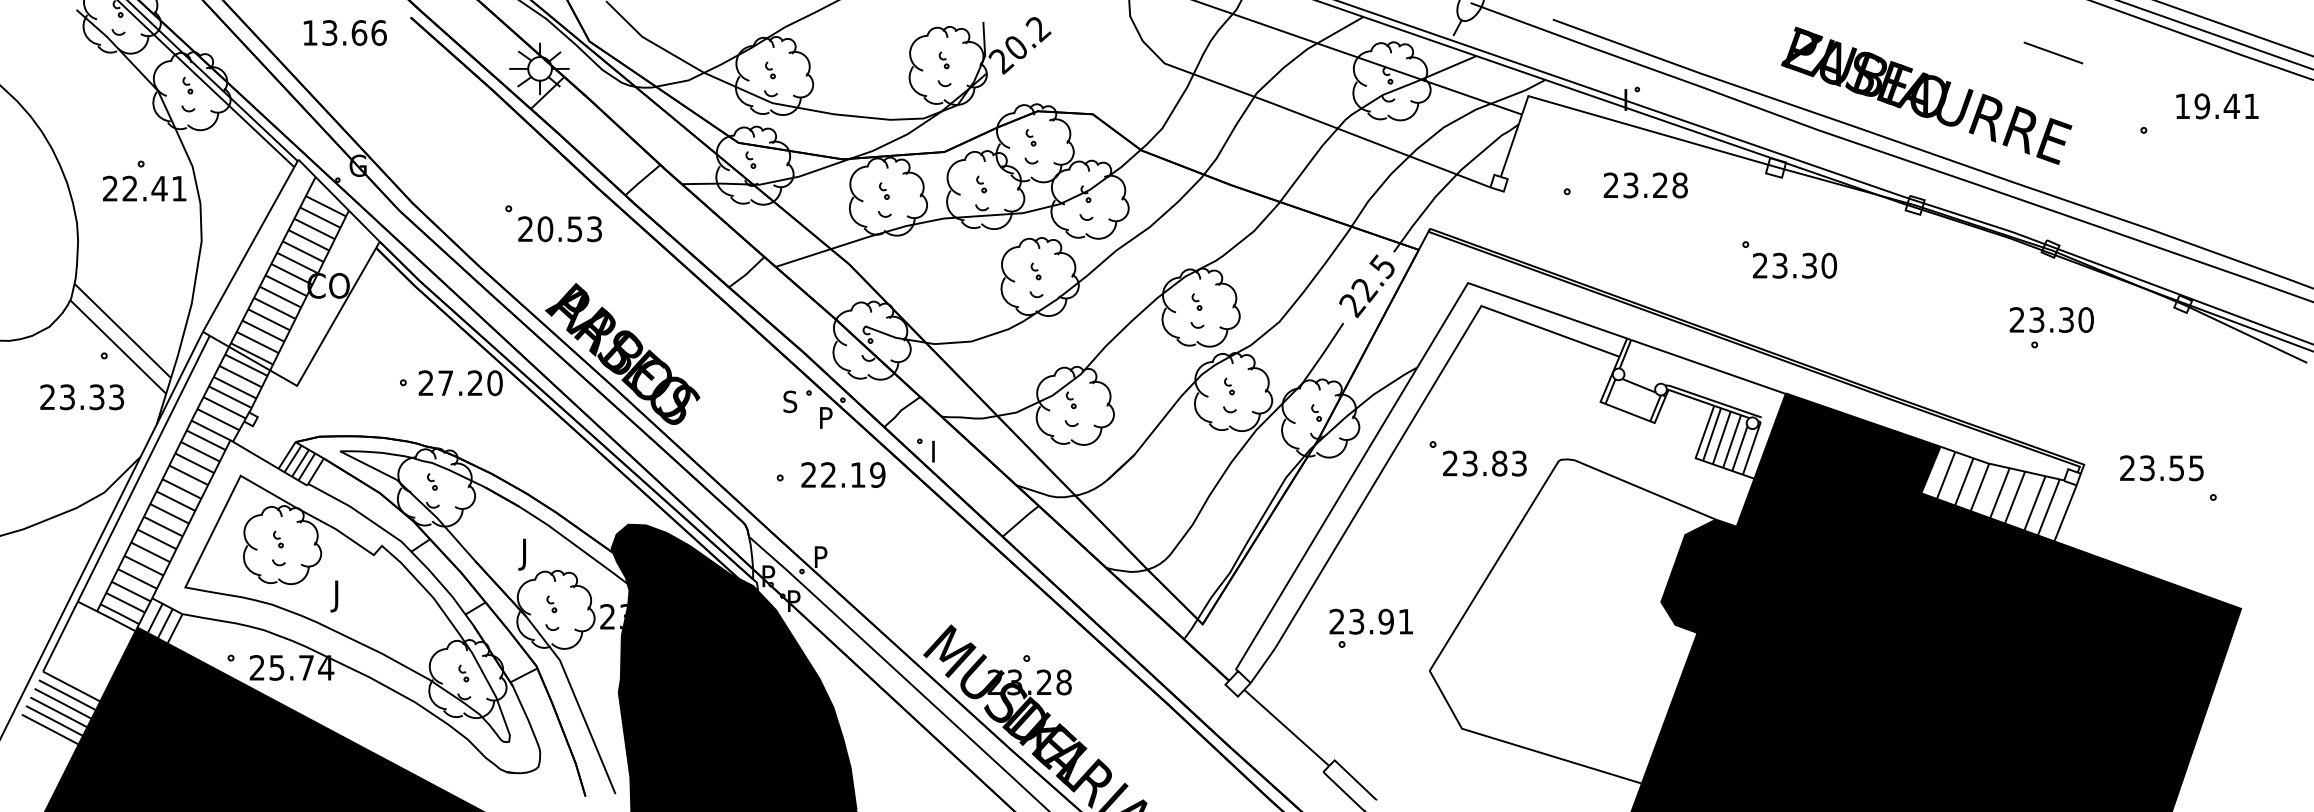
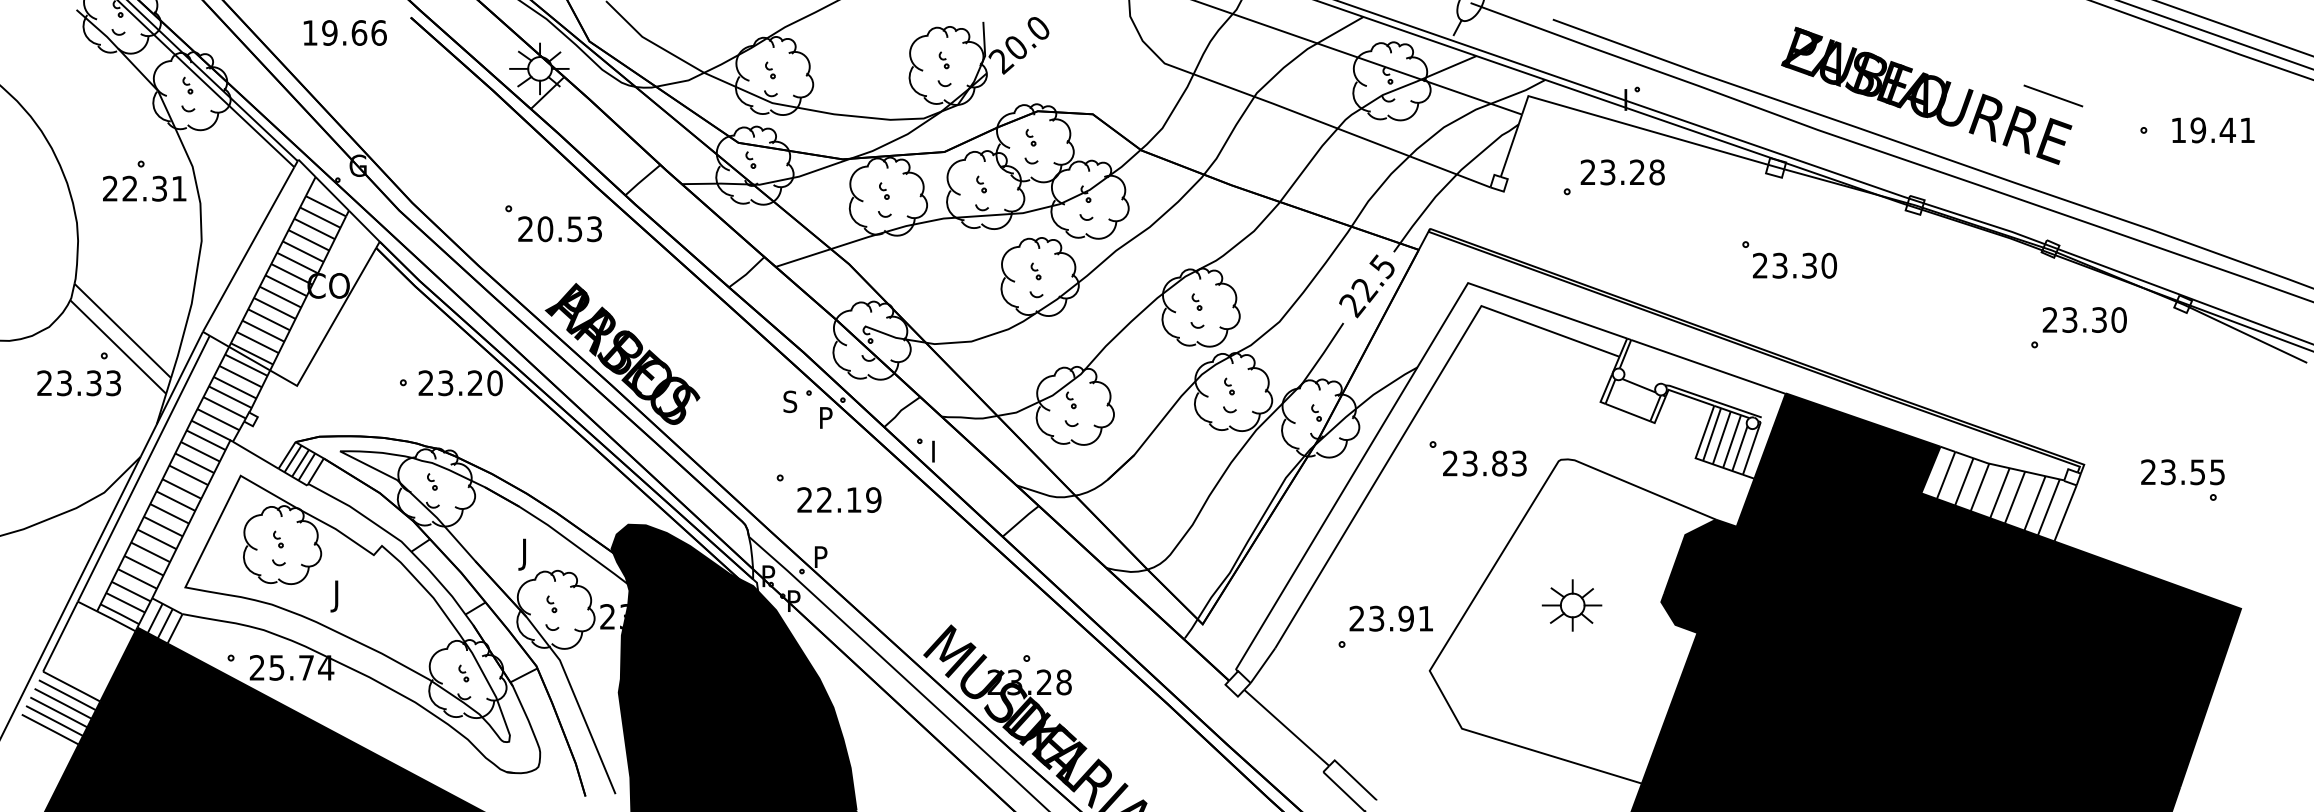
text at (1038, 29): 20.2 -> 20.0
text at (329, 32): 13.66 -> 19.66
line at (2053, 52) position: (2053, 52) -> (2053, 95)
text at (2217, 106) position: (2217, 106) -> (2213, 130)
text at (1645, 185) position: (1645, 185) -> (1622, 172)
text at (159, 188): 22.41 -> 22.31
text at (2051, 319) position: (2051, 319) -> (2084, 319)
text at (445, 383): 27.20 -> 23.20
text at (81, 397) position: (81, 397) -> (78, 383)
text at (2161, 468) position: (2161, 468) -> (2182, 472)
text at (843, 474) position: (843, 474) -> (839, 499)
part at (1571, 605): none -> present
text at (1370, 621) position: (1370, 621) -> (1390, 618)
